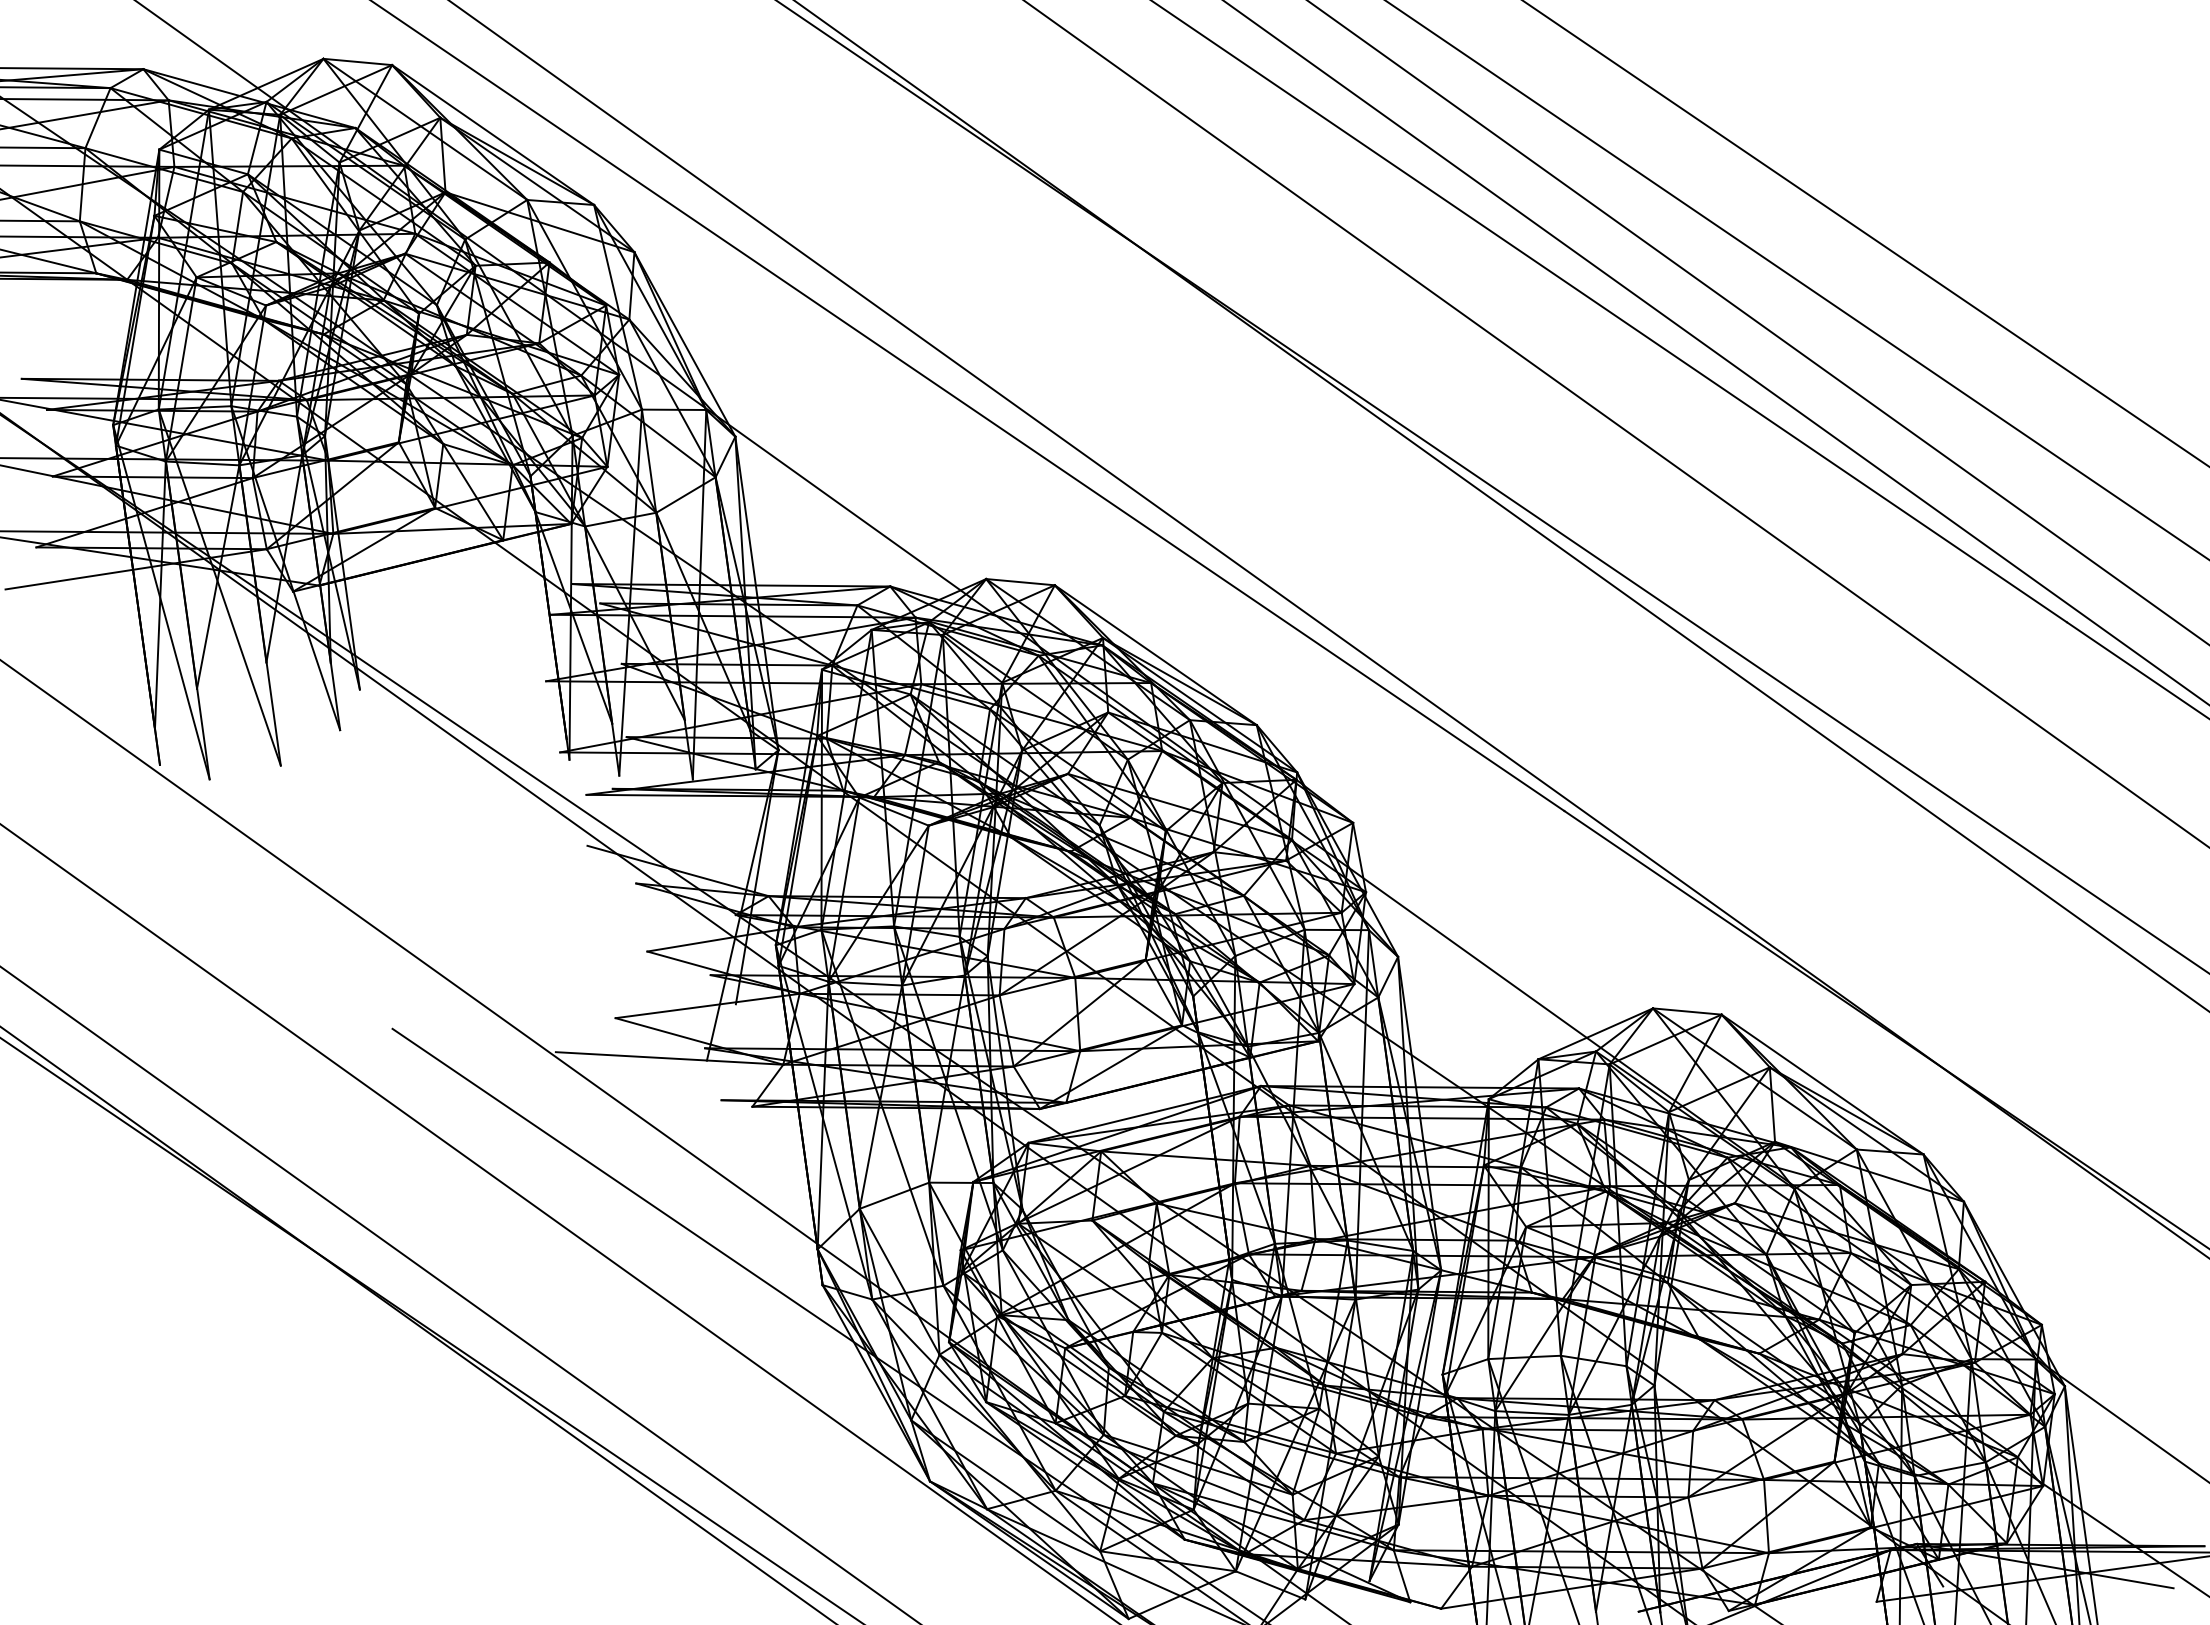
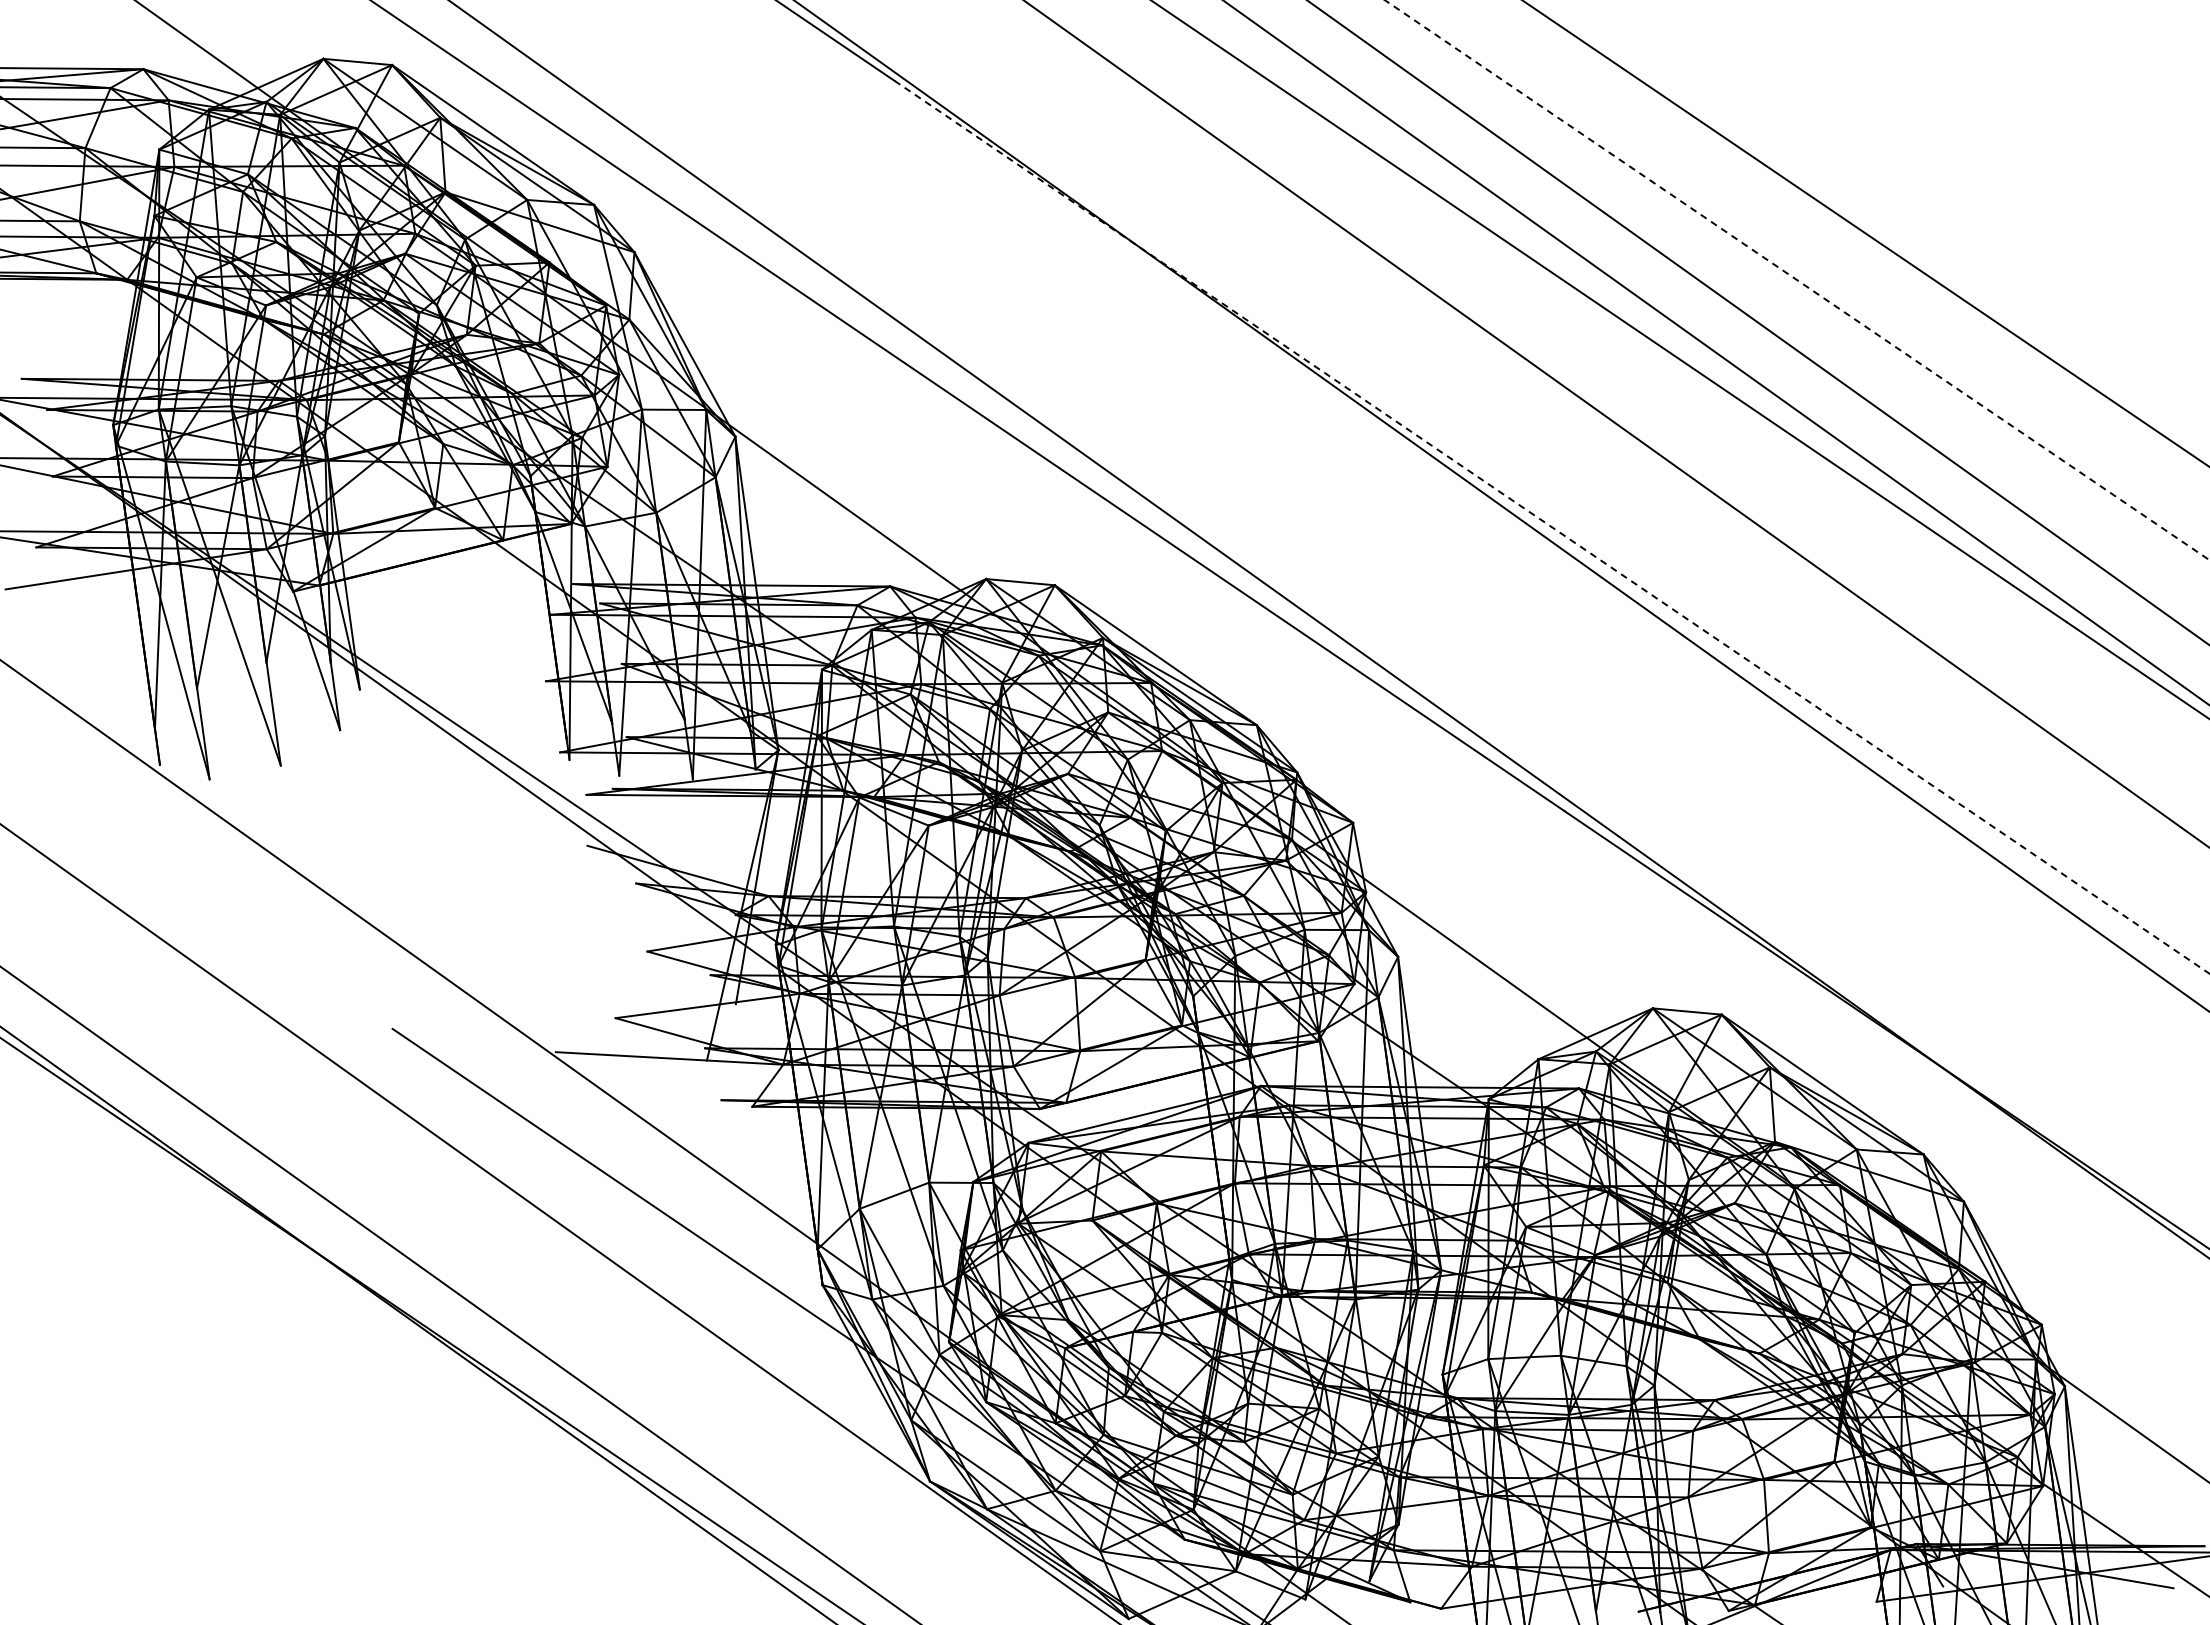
line at (1797, 280): solid -> dashed
line at (1552, 527): solid -> dashed
